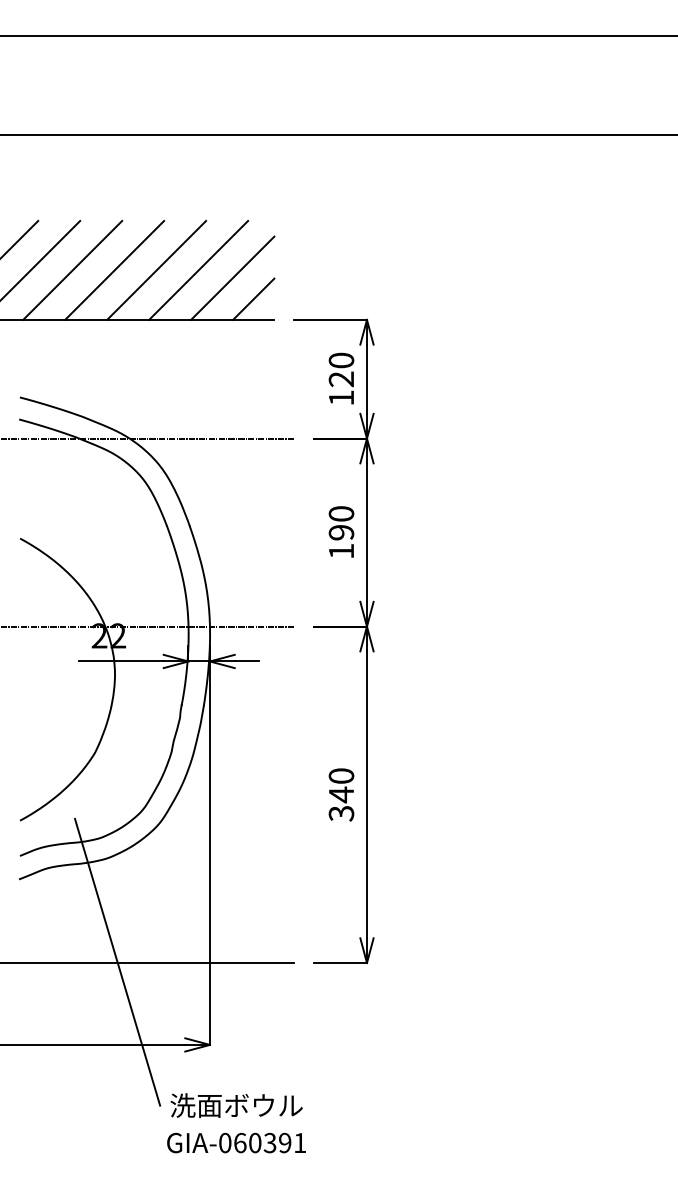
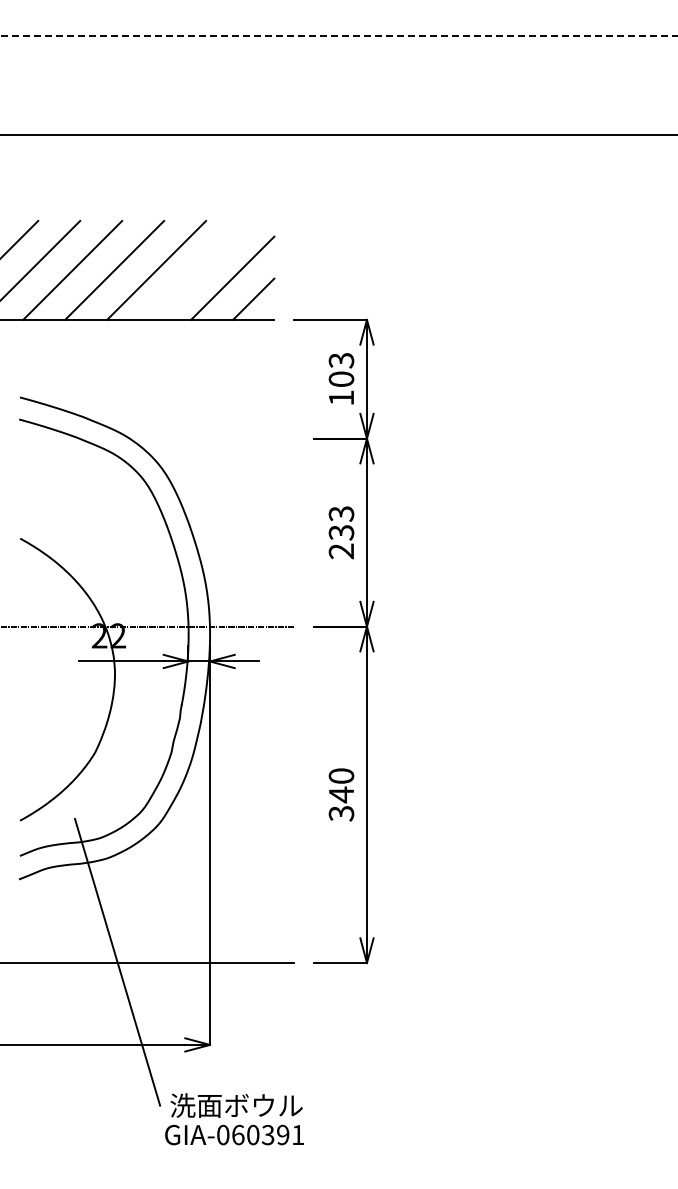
line at (338, 35): solid -> dashed
line at (198, 269): present -> none
text at (341, 369): 120 -> 103
line at (148, 438): present -> none
text at (341, 532): 190 -> 233
text at (236, 1142) position: (236, 1142) -> (234, 1134)
